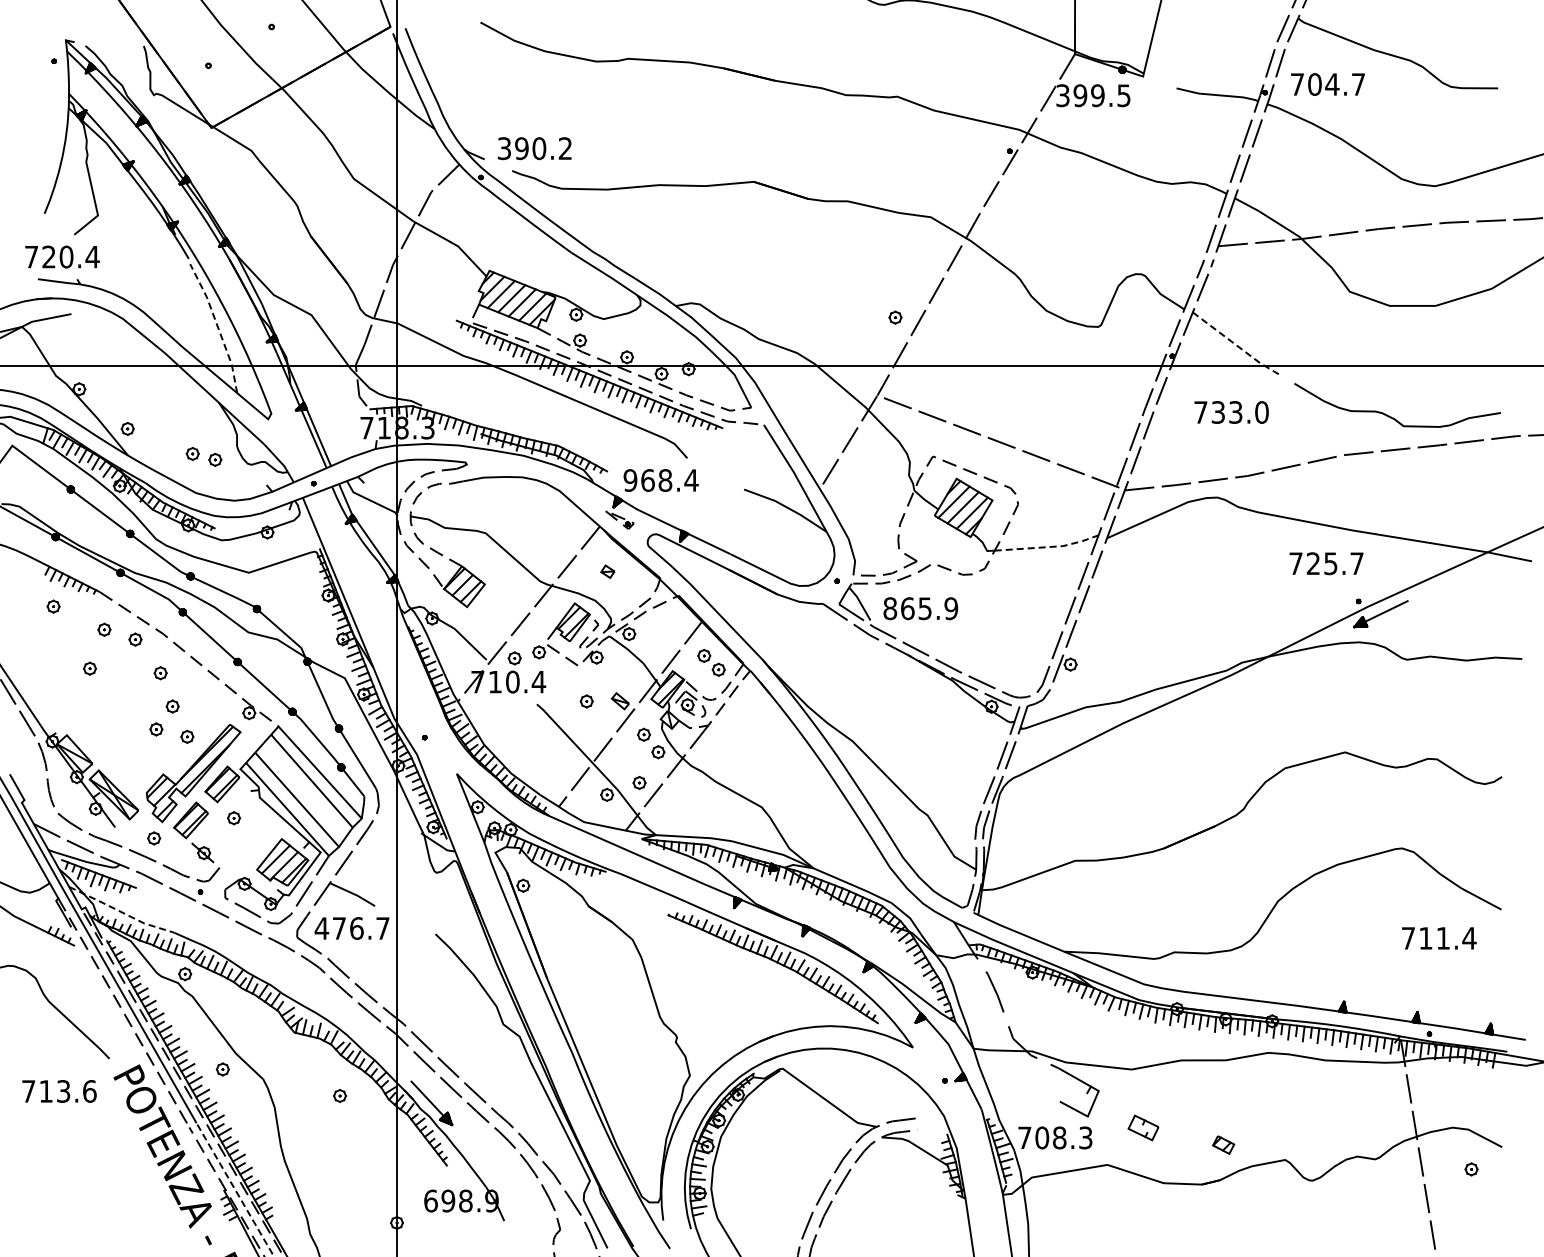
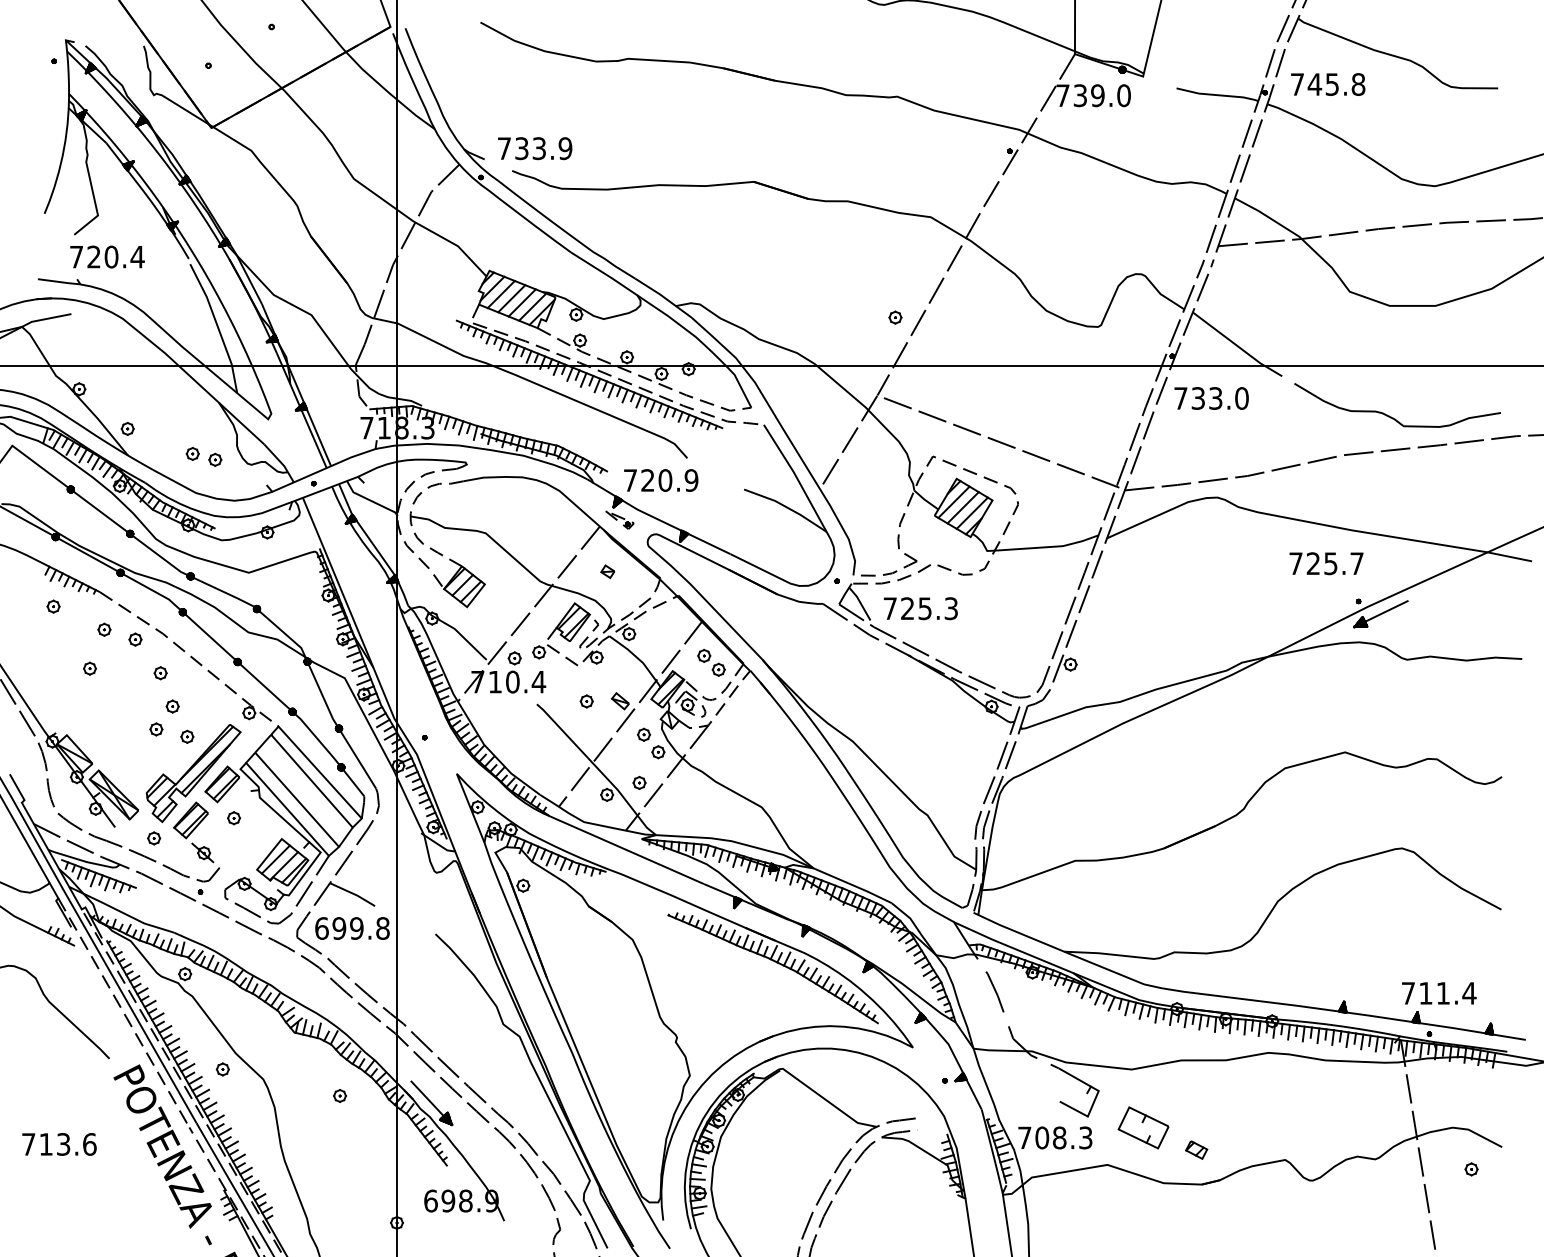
text at (1336, 84): 704.7 -> 745.8
text at (1093, 95): 399.5 -> 739.0
text at (534, 148): 390.2 -> 733.9
text at (62, 256) position: (62, 256) -> (107, 256)
line at (217, 326): dashed -> solid
line at (1237, 345): dashed -> solid
text at (1231, 412) position: (1231, 412) -> (1211, 398)
text at (660, 480): 968.4 -> 720.9
line at (1049, 547): dashed -> solid
text at (920, 608): 865.9 -> 725.3
line at (121, 912): dashed -> solid
text at (351, 928): 476.7 -> 699.8
text at (1439, 938) position: (1439, 938) -> (1439, 993)
text at (59, 1091) position: (59, 1091) -> (59, 1144)
part at (1143, 1127) size: 33x28 px -> 53x44 px
part at (1223, 1144) position: (1223, 1144) -> (1196, 1149)
line at (235, 1189): dashed -> solid
